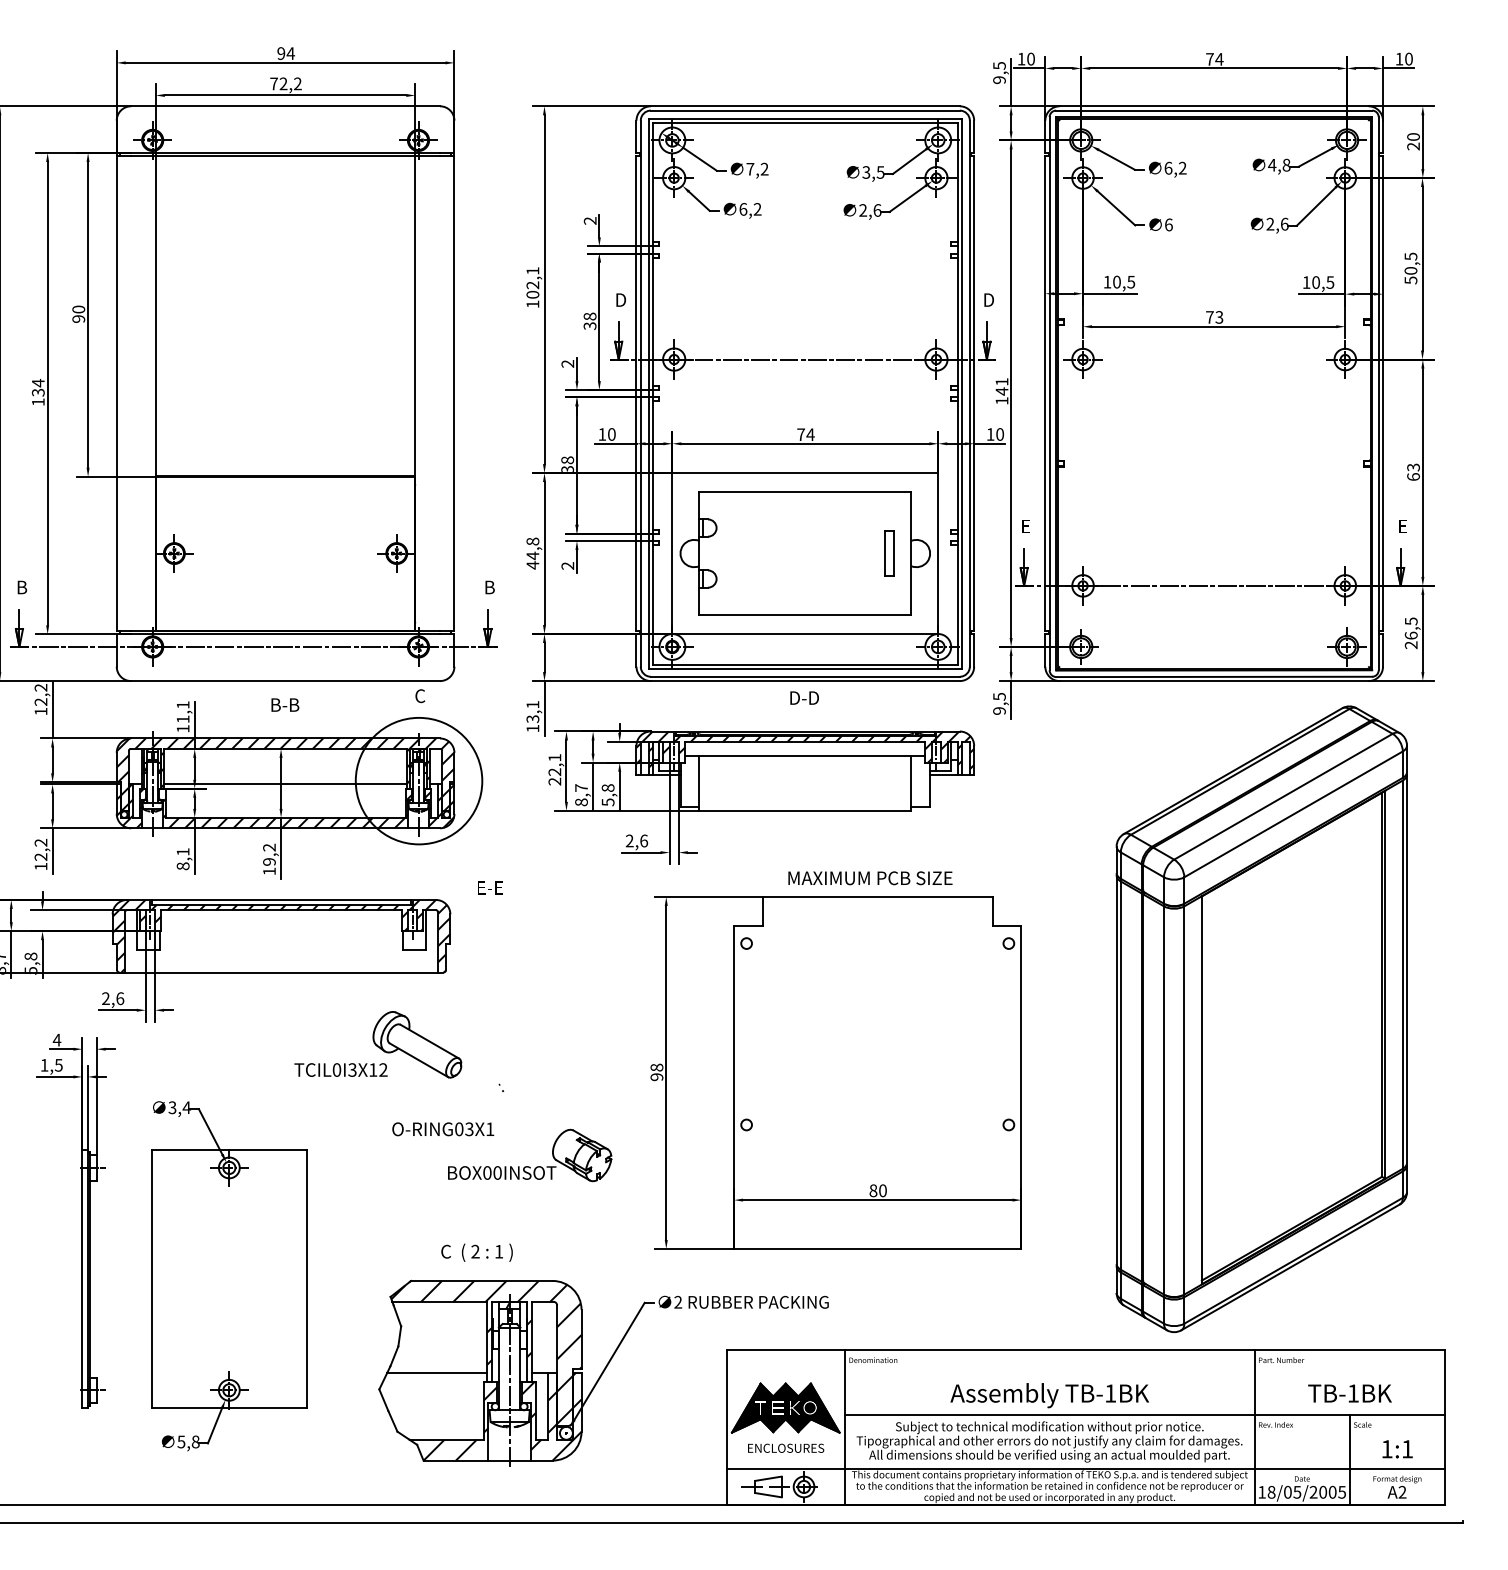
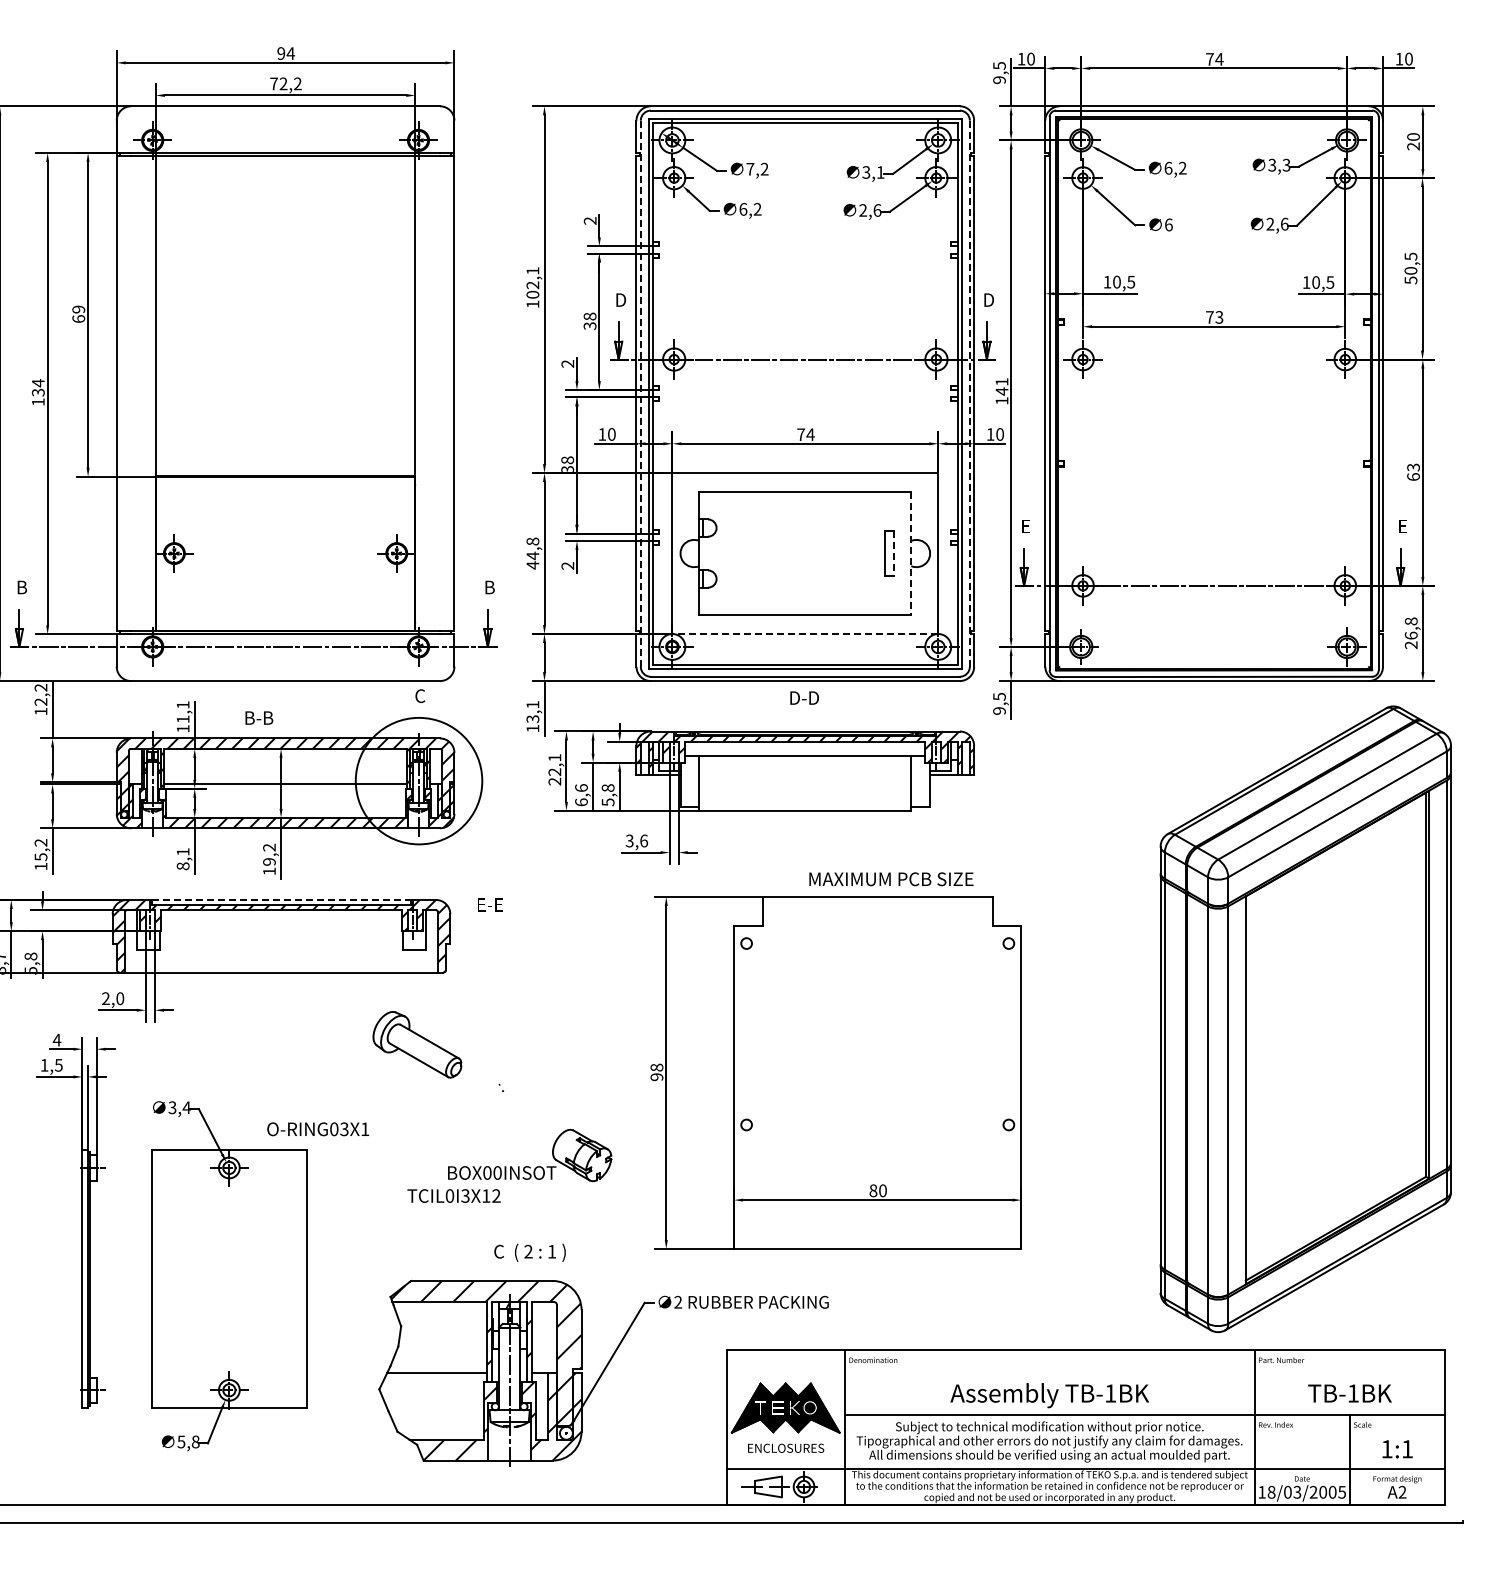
text at (1279, 164): 4,8 -> 3,3
text at (880, 172): 3,5 -> 3,1
text at (78, 313): 90 -> 69
line at (640, 393): solid -> dashed
line at (969, 394): solid -> dashed
line at (894, 554): solid -> dashed
line at (911, 554): solid -> dashed
text at (1410, 621): 26,5 -> 26,8
line at (805, 634): solid -> dashed
text at (285, 704) position: (285, 704) -> (259, 717)
text at (581, 795): 8,7 -> 6,6
text at (629, 841): 2,6 -> 3,6
text at (40, 857): 12,2 -> 15,2
text at (870, 878) position: (870, 878) -> (891, 879)
text at (490, 887) position: (490, 887) -> (490, 904)
line at (281, 899): solid -> dashed
text at (120, 998): 2,6 -> 2,0
part at (1261, 1018) position: (1261, 1018) -> (1305, 1018)
text at (340, 1069) position: (340, 1069) -> (453, 1195)
text at (443, 1129) position: (443, 1129) -> (318, 1129)
text at (476, 1252) position: (476, 1252) -> (529, 1252)
text at (1297, 1491): 18/05/2005 -> 18/03/2005
